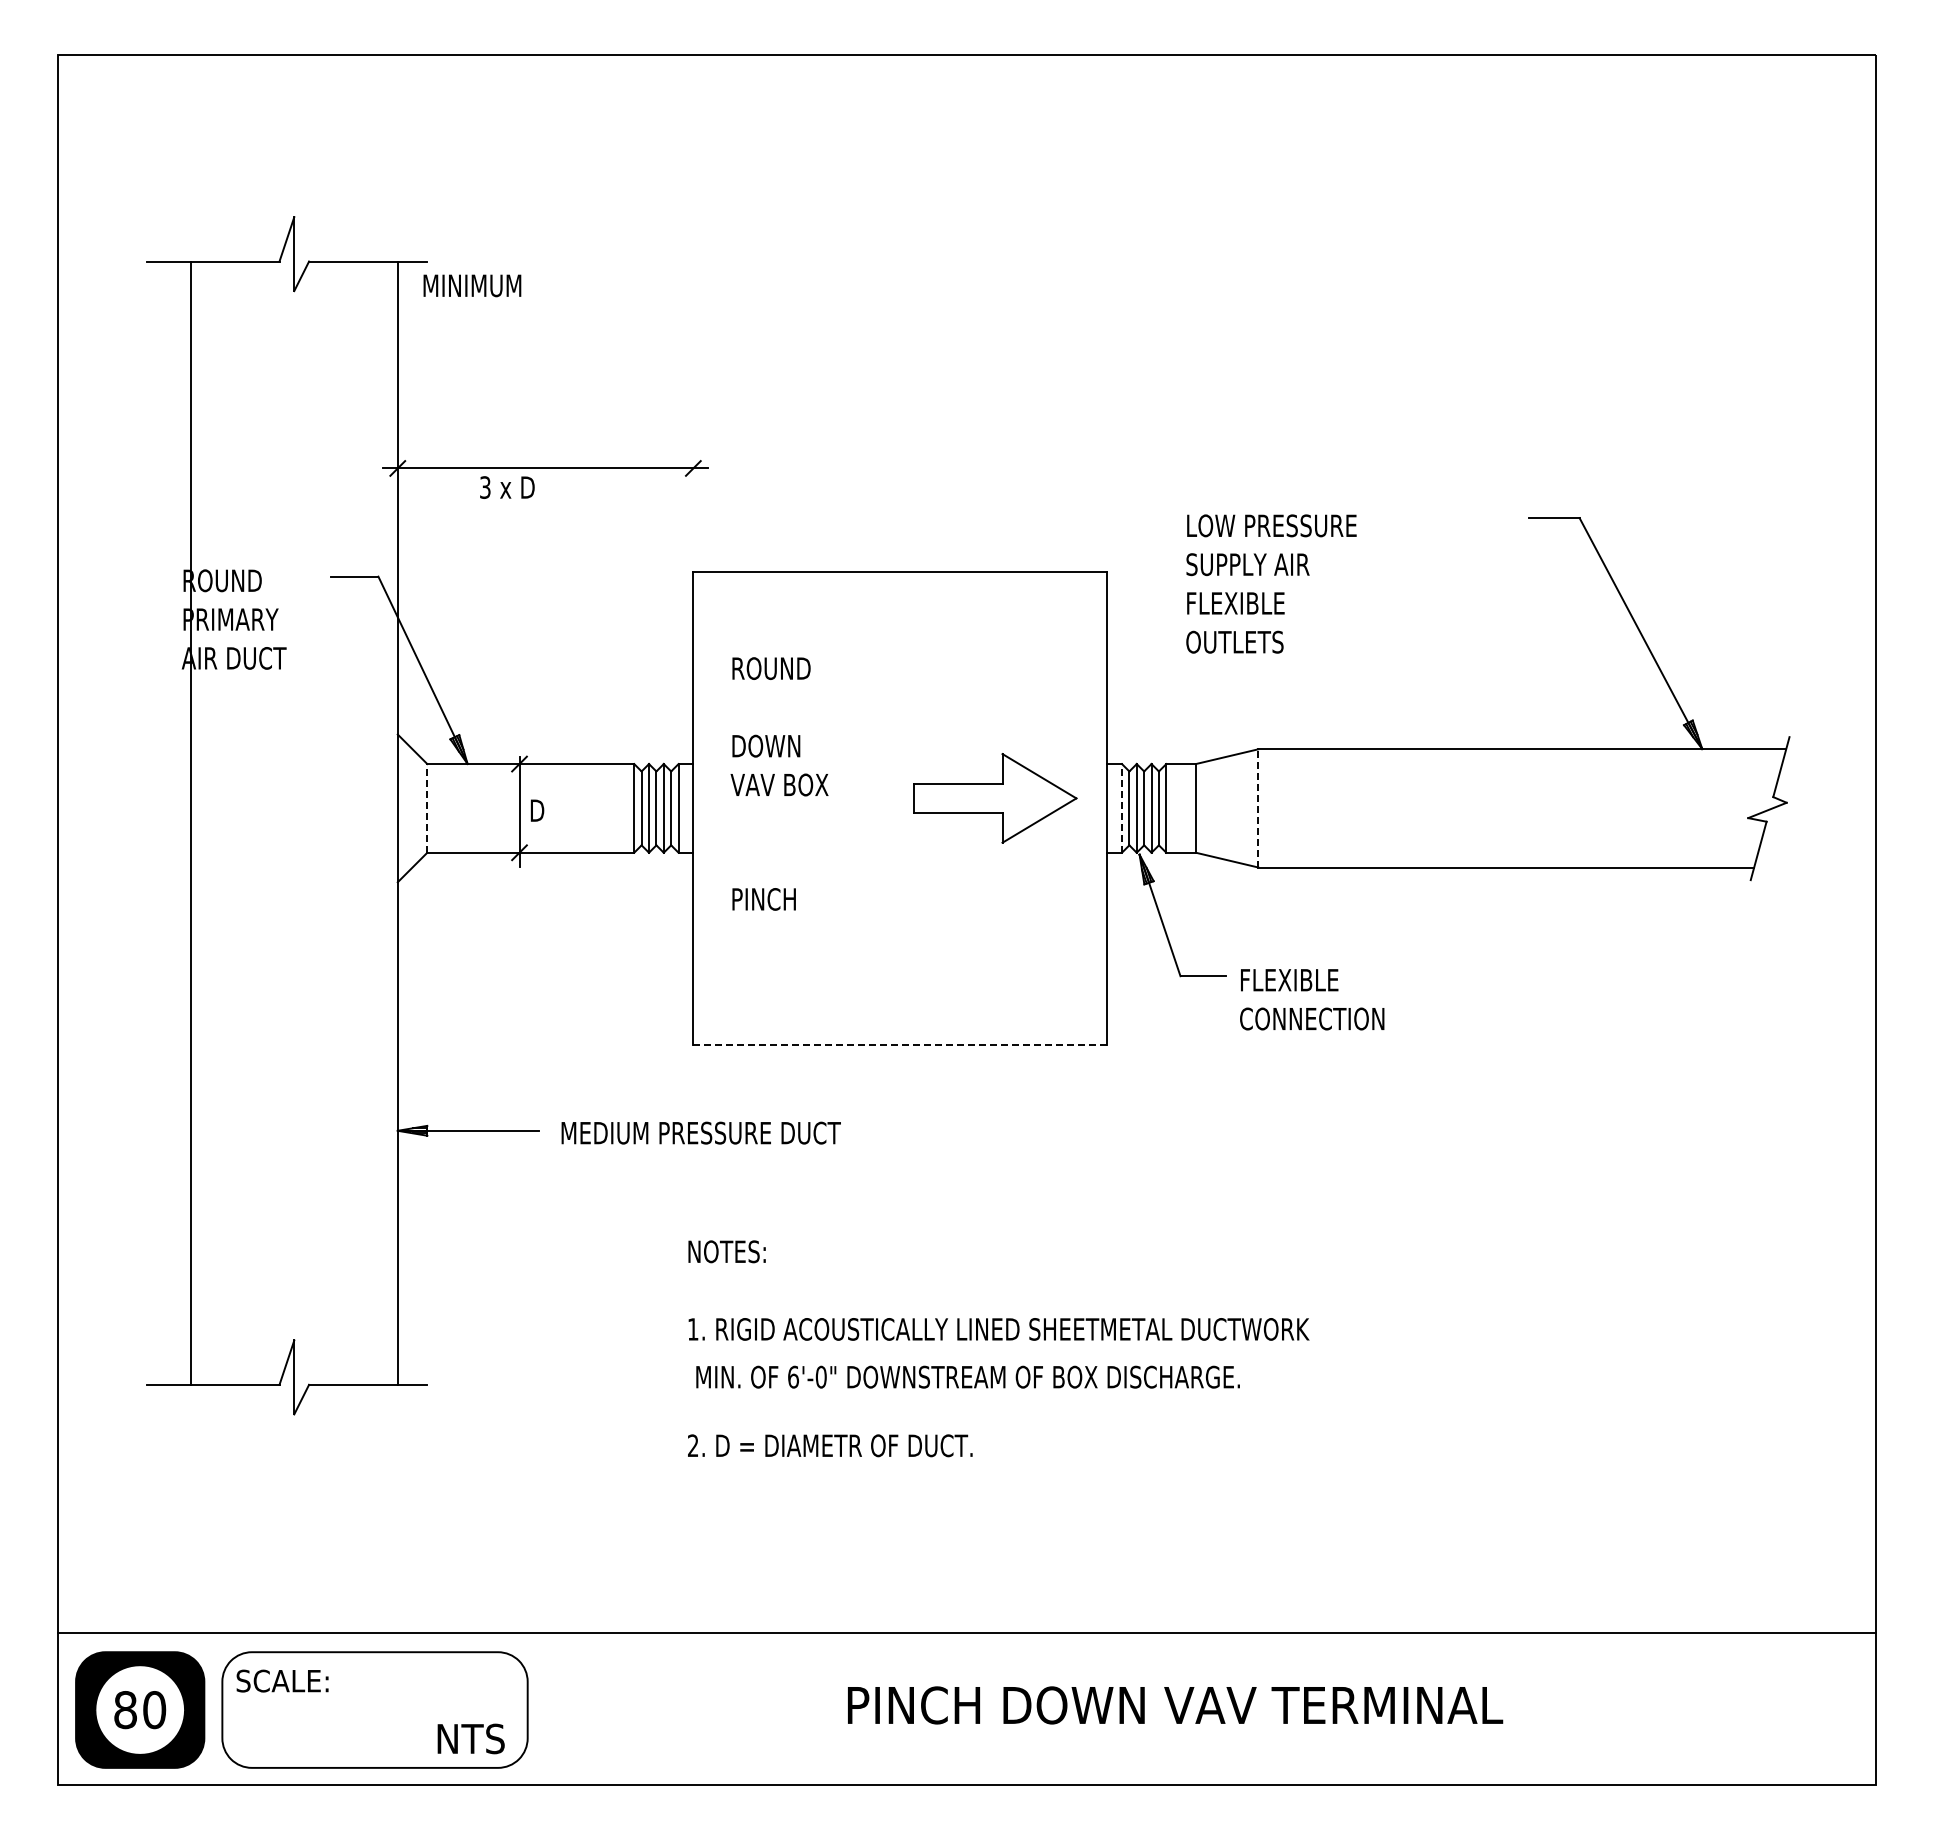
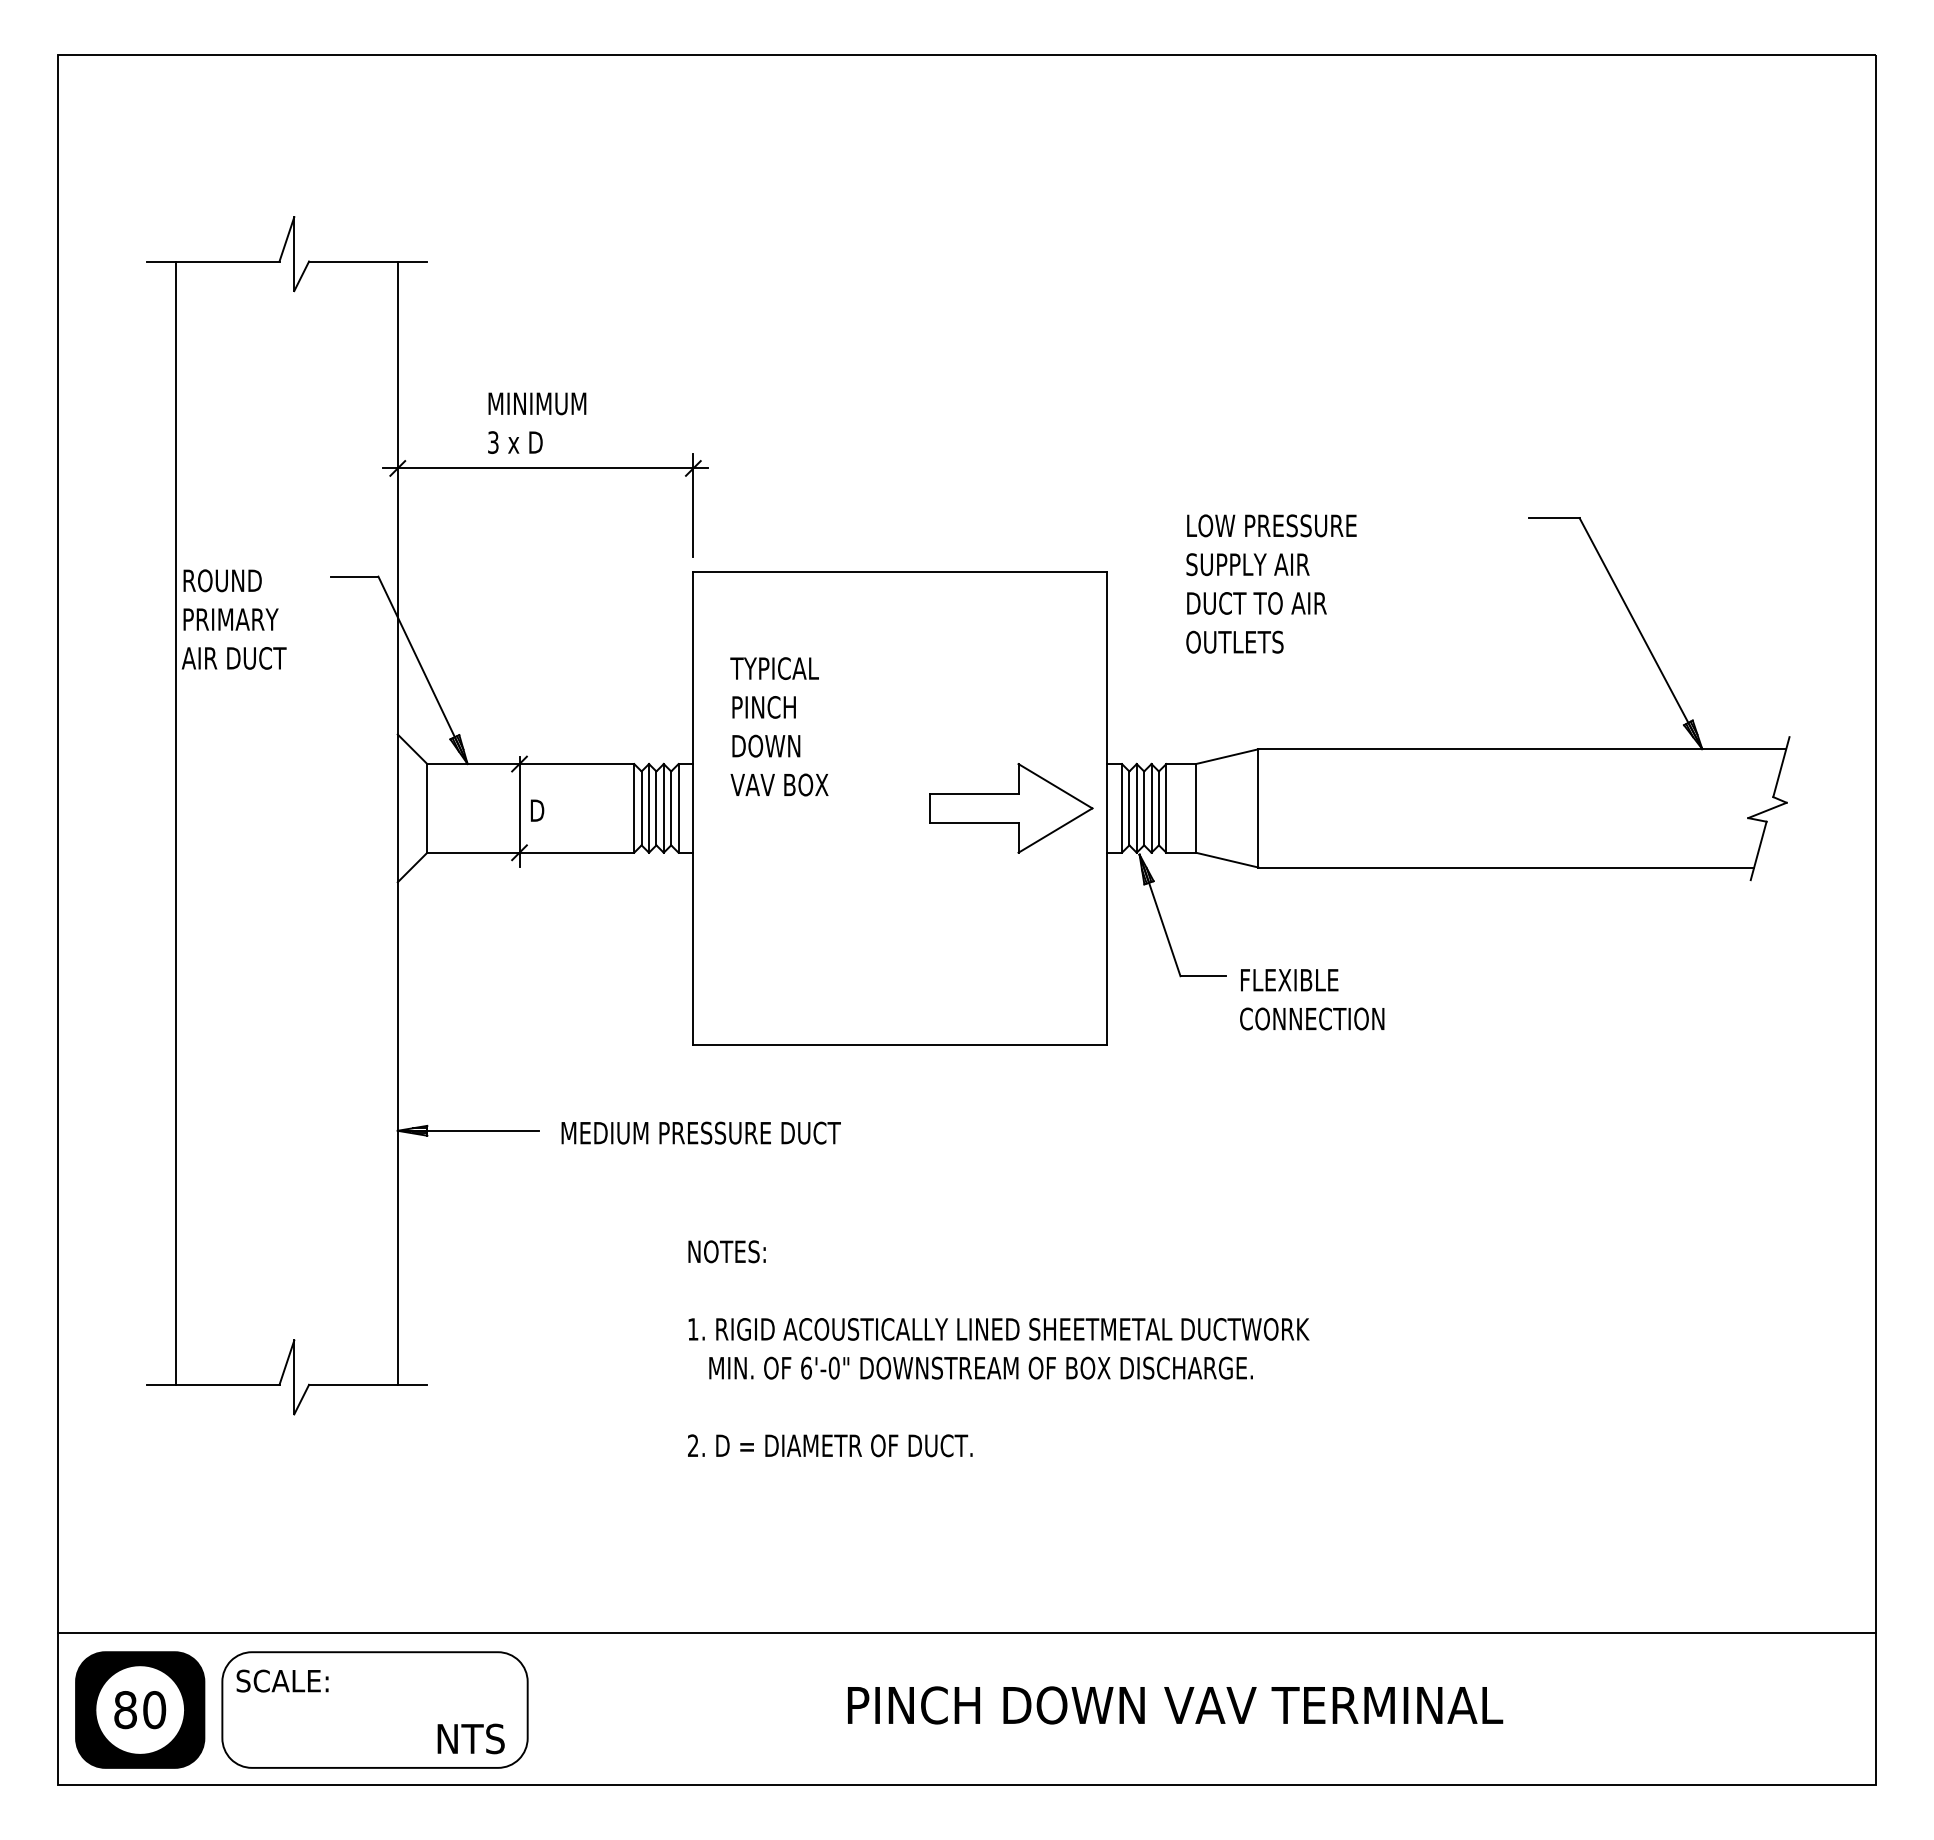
text at (472, 285) position: (472, 285) -> (537, 403)
text at (507, 487) position: (507, 487) -> (515, 442)
line at (693, 505): none -> present
text at (1257, 603): FLEXIBLE -> DUCT TO AIR
text at (774, 668): ROUND -> TYPICAL
part at (995, 798) position: (995, 798) -> (1011, 808)
line at (427, 807): dashed -> solid
line at (1121, 807): dashed -> solid
line at (1258, 807): dashed -> solid
line at (191, 822) position: (191, 822) -> (176, 822)
text at (763, 899) position: (763, 899) -> (763, 707)
line at (900, 1044): dashed -> solid
text at (967, 1376) position: (967, 1376) -> (980, 1367)
